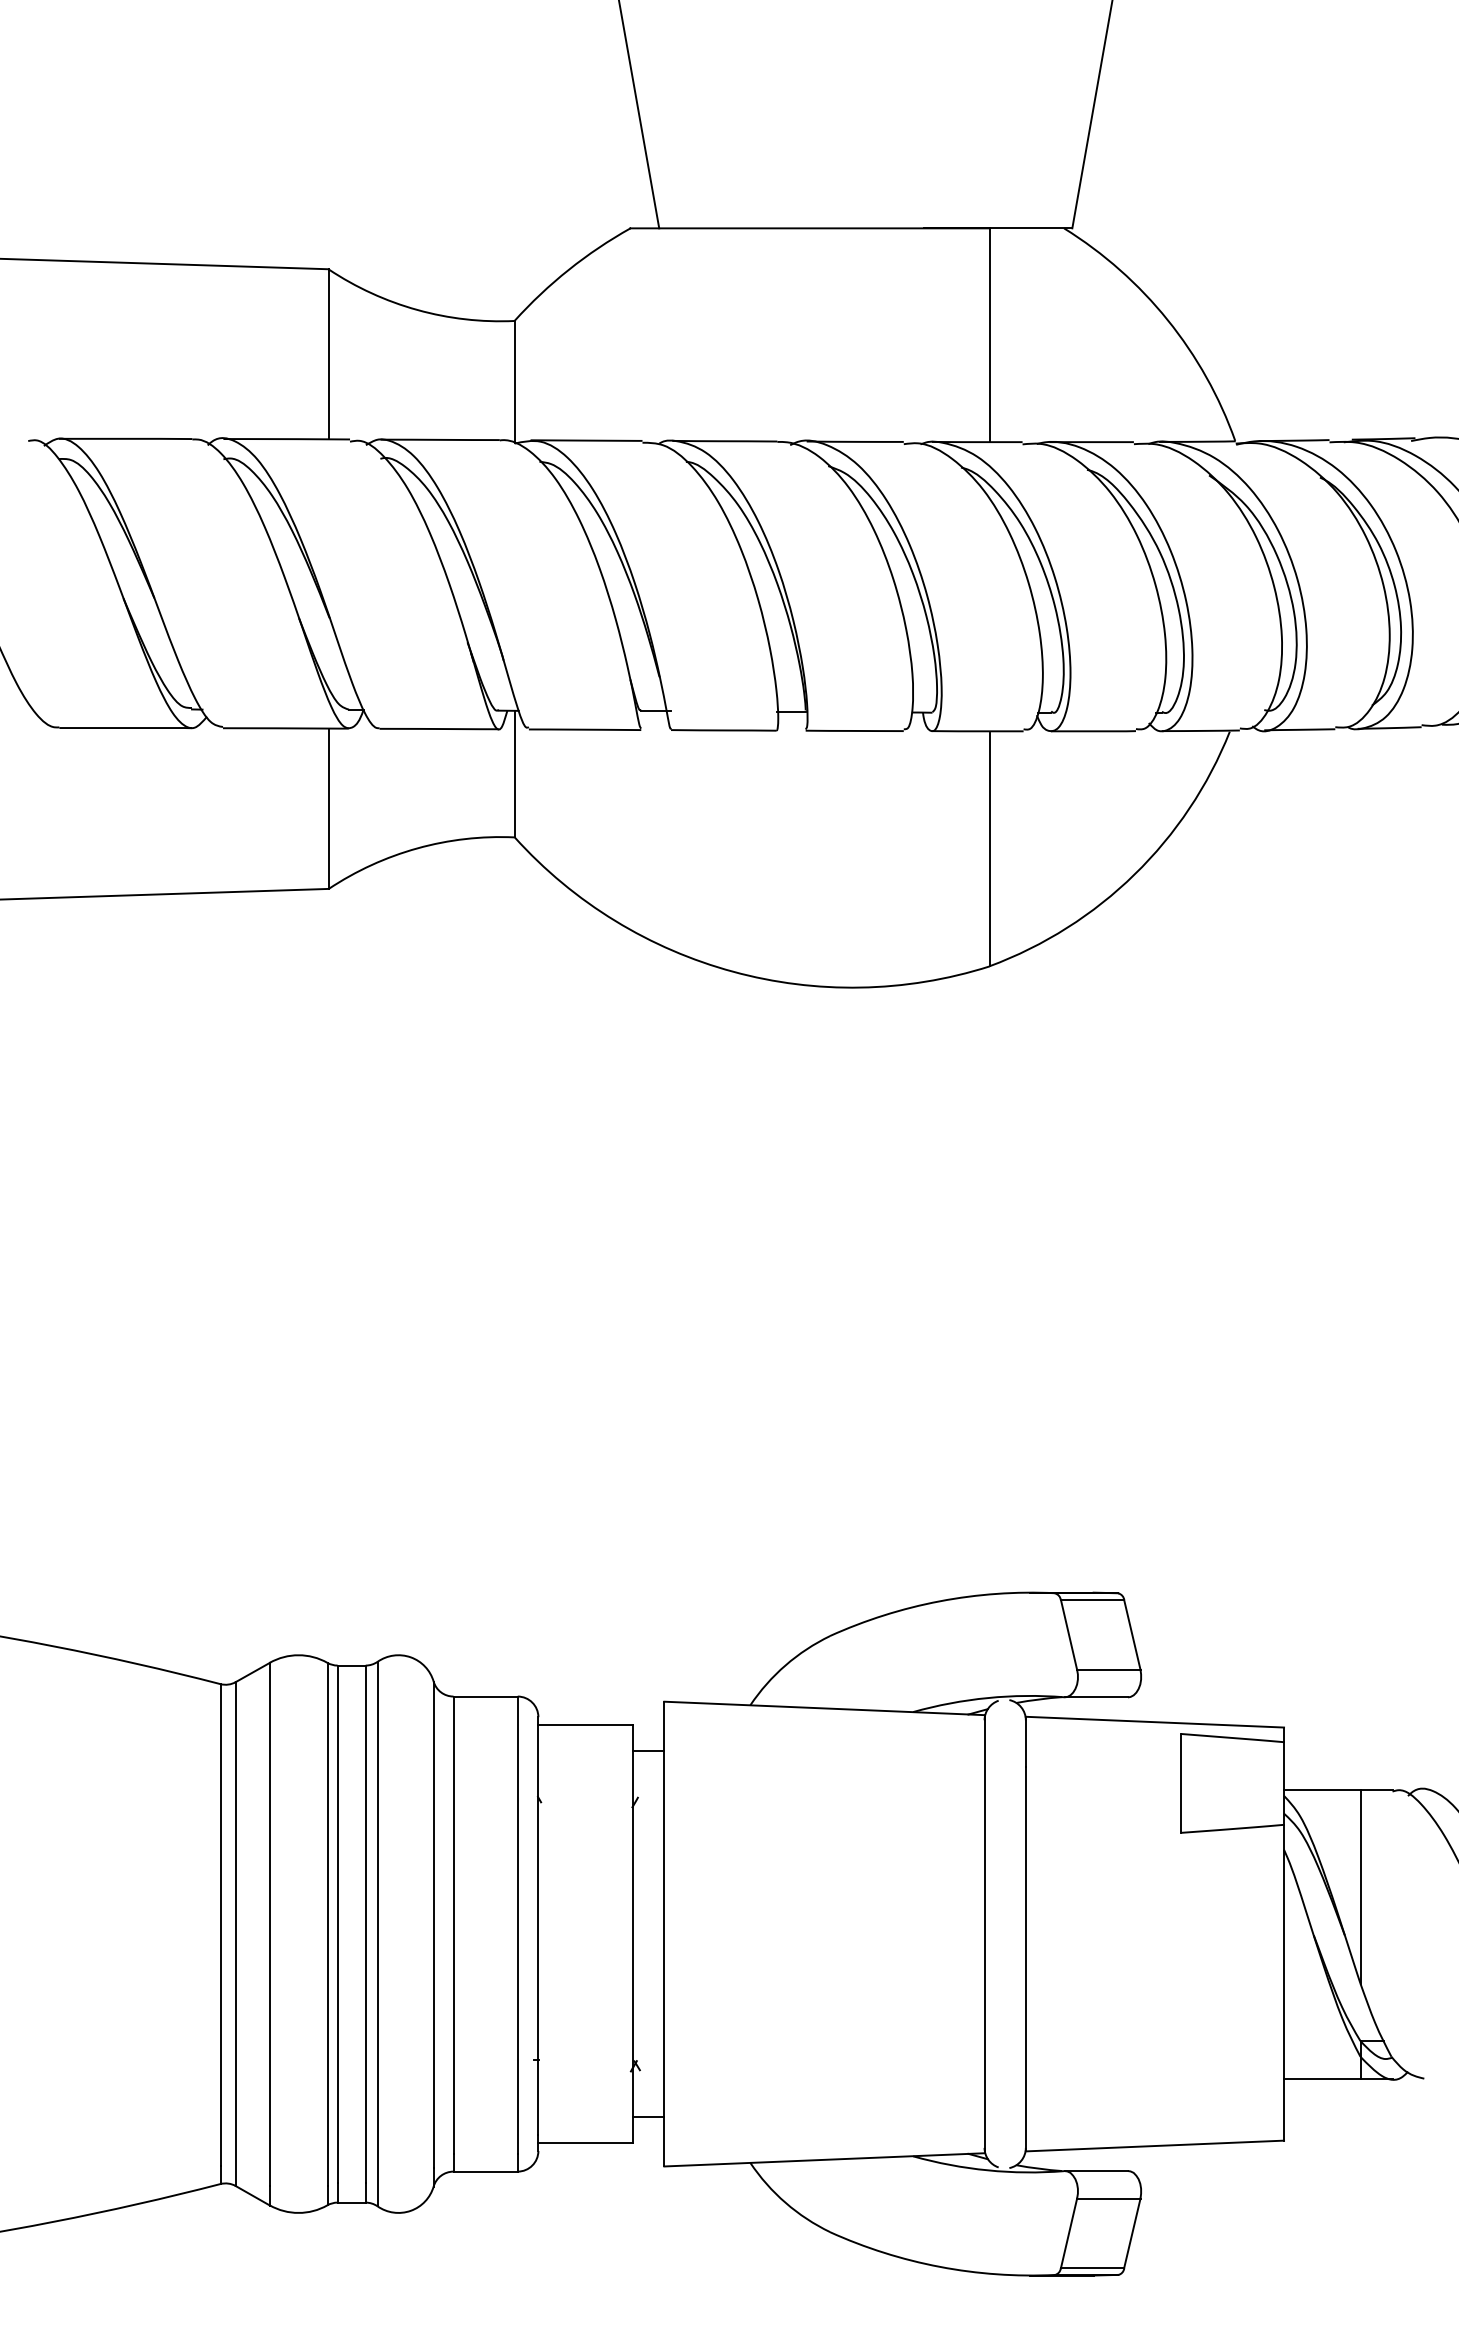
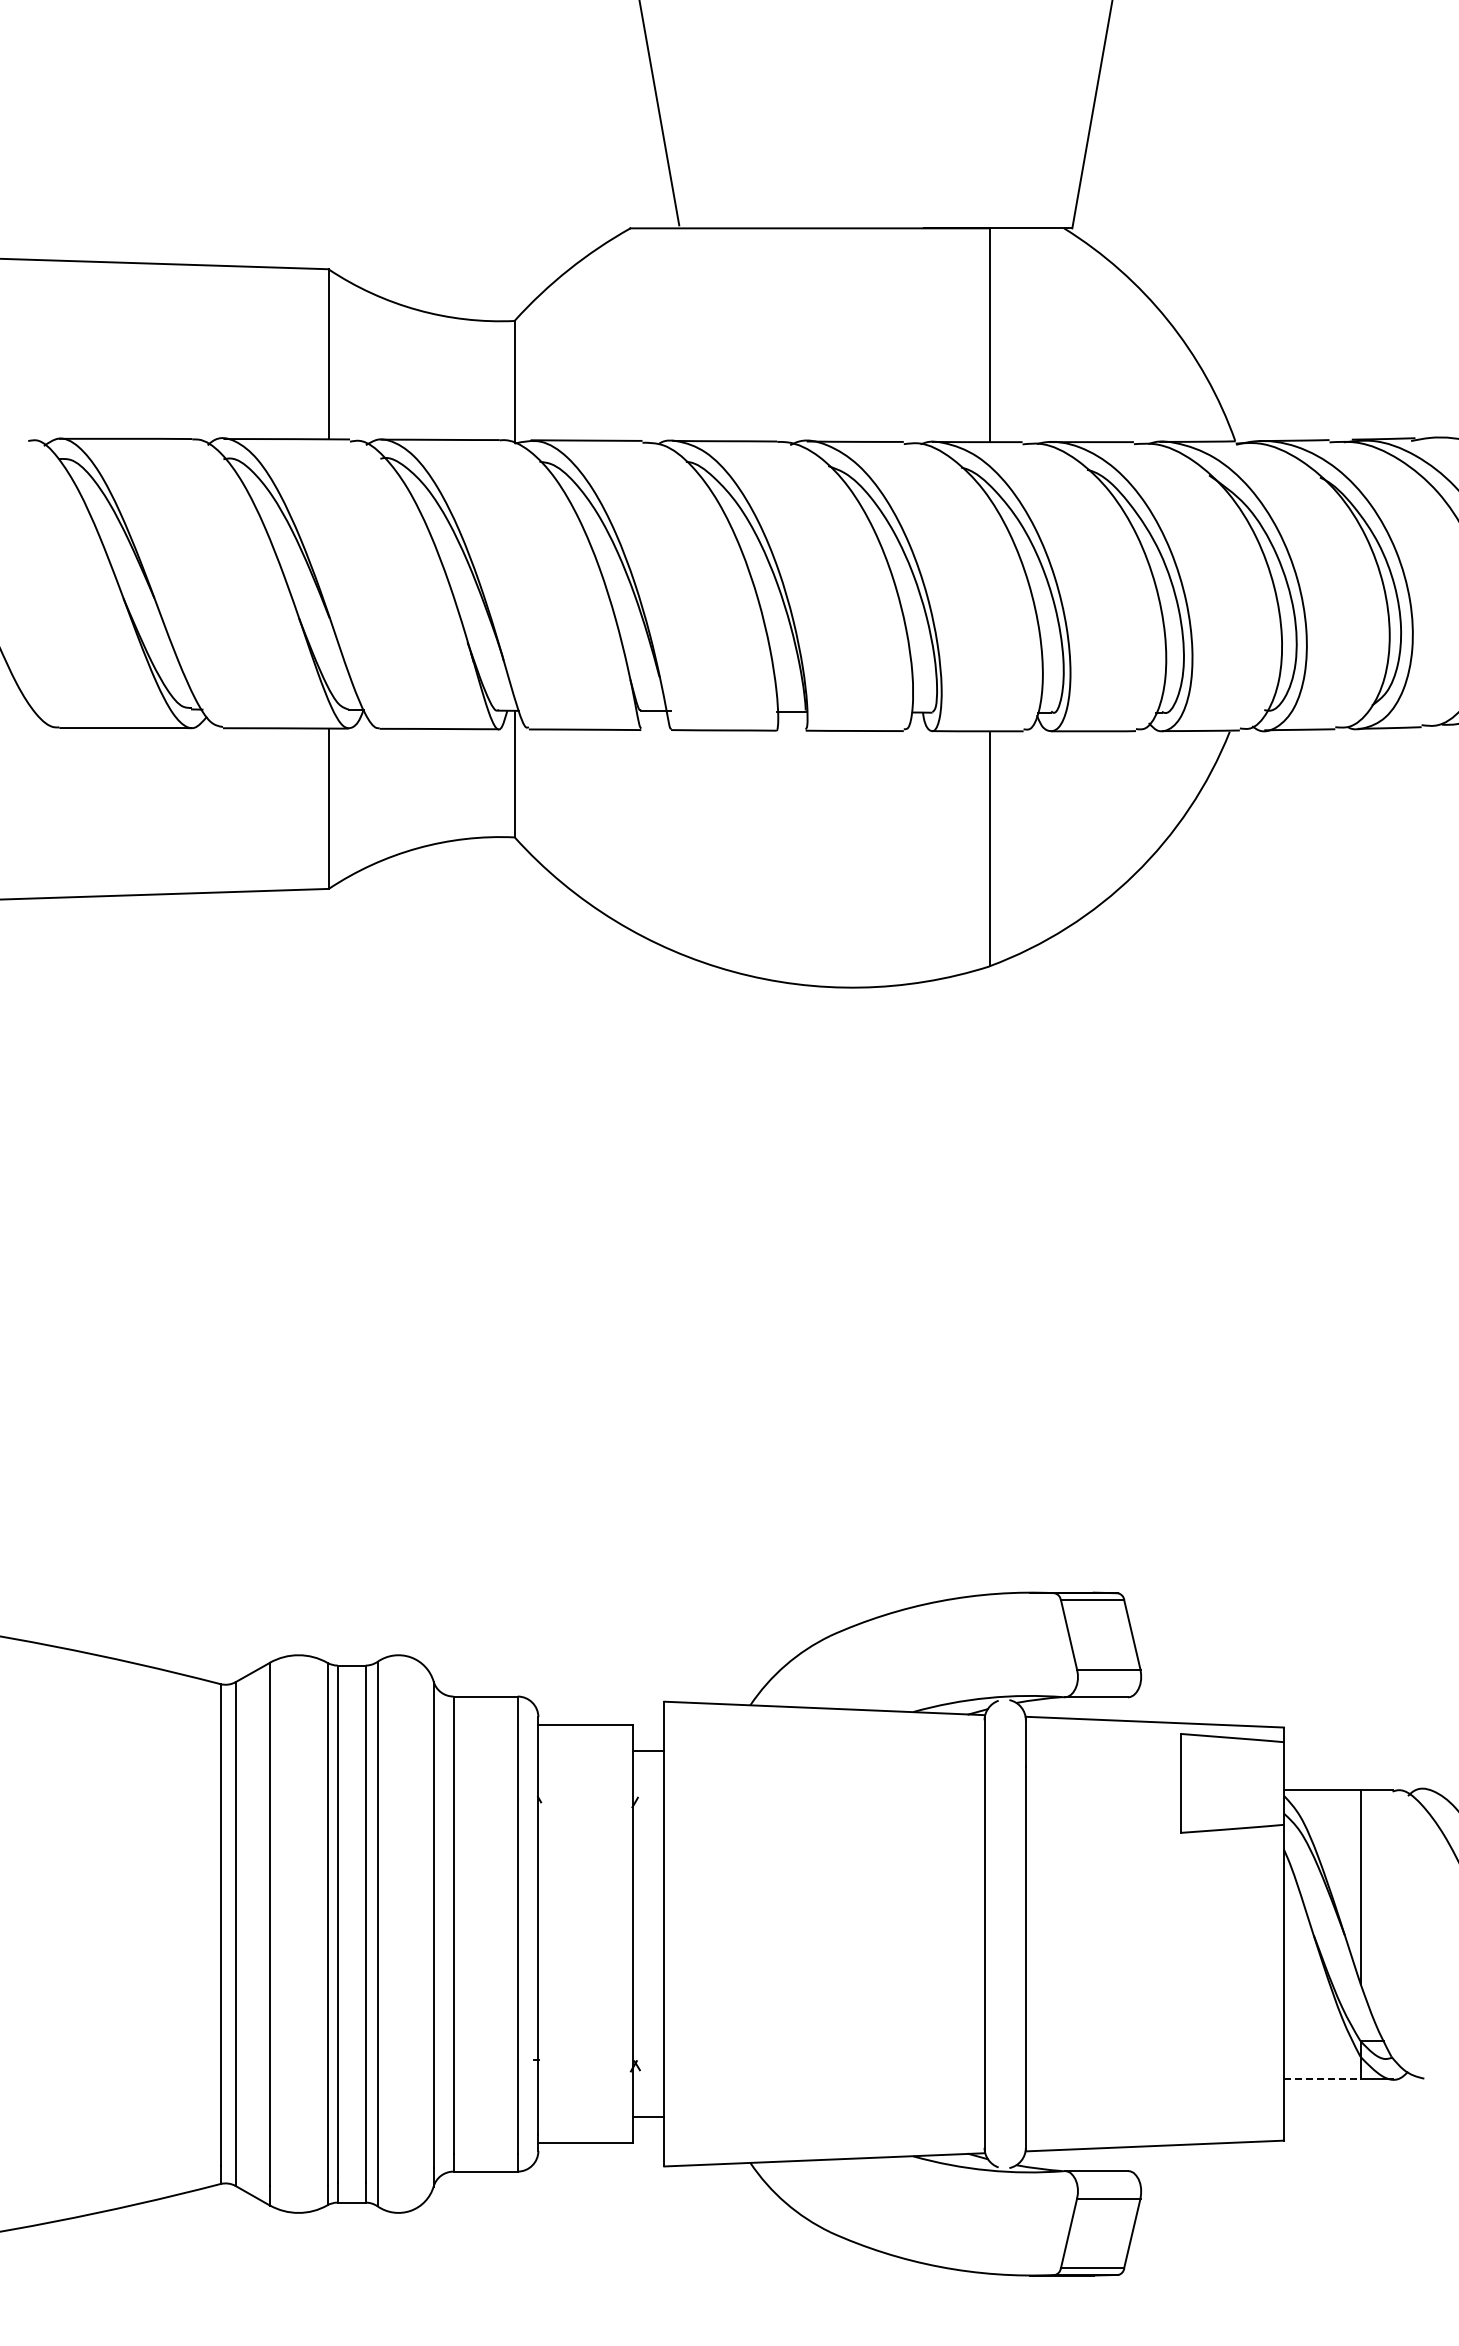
line at (639, 115) position: (639, 115) -> (659, 113)
line at (1322, 2078): solid -> dashed
